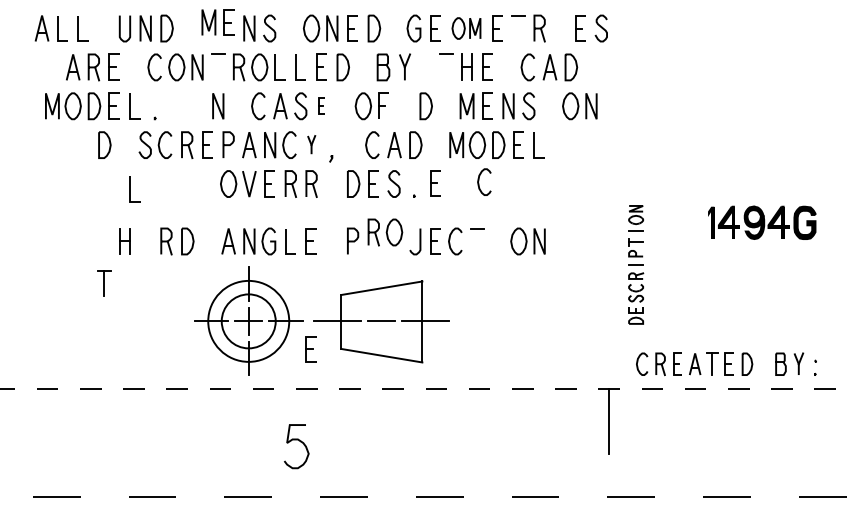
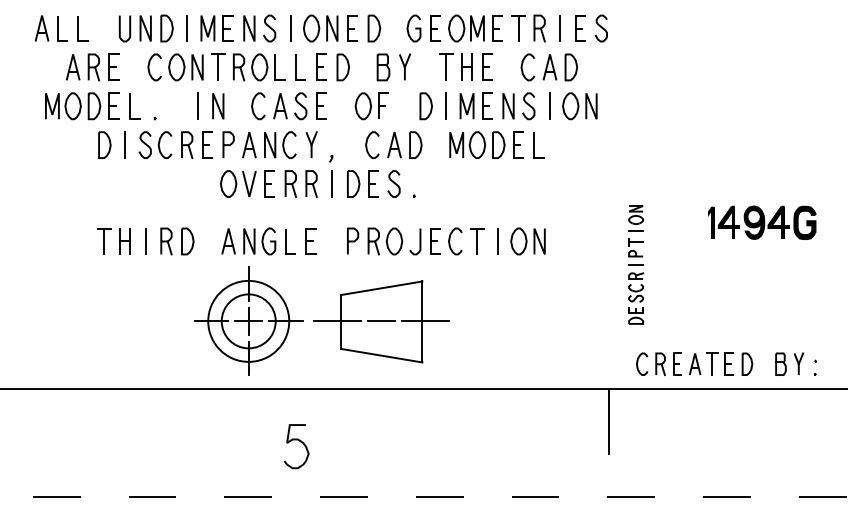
part at (217, 22) position: (217, 22) -> (216, 28)
line at (187, 28): none -> present
line at (290, 28): none -> present
part at (466, 28) size: 31x23 px -> 37x29 px
line at (518, 28): none -> present
line at (560, 28): none -> present
line at (218, 67): none -> present
line at (446, 67): none -> present
part at (321, 105) size: 7x18 px -> 11x28 px
line at (197, 106): none -> present
line at (446, 106): none -> present
line at (550, 106): none -> present
part at (311, 144) size: 10x20 px -> 13x28 px
line at (124, 145): none -> present
curve at (479, 181): present -> none
part at (435, 183): present -> none
line at (332, 184): none -> present
line at (130, 189): present -> none
part at (385, 232) position: (385, 232) -> (385, 241)
line at (145, 241): none -> present
line at (477, 241): none -> present
line at (498, 241): none -> present
part at (104, 283) position: (104, 283) -> (104, 241)
part at (310, 349): present -> none
line at (424, 389): dashed -> solid
